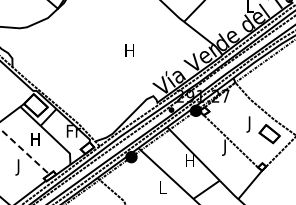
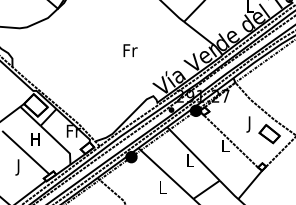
text at (130, 50): H -> Fr
text at (225, 147): J -> L
line at (26, 153): dashed -> solid
text at (189, 160): H -> L
